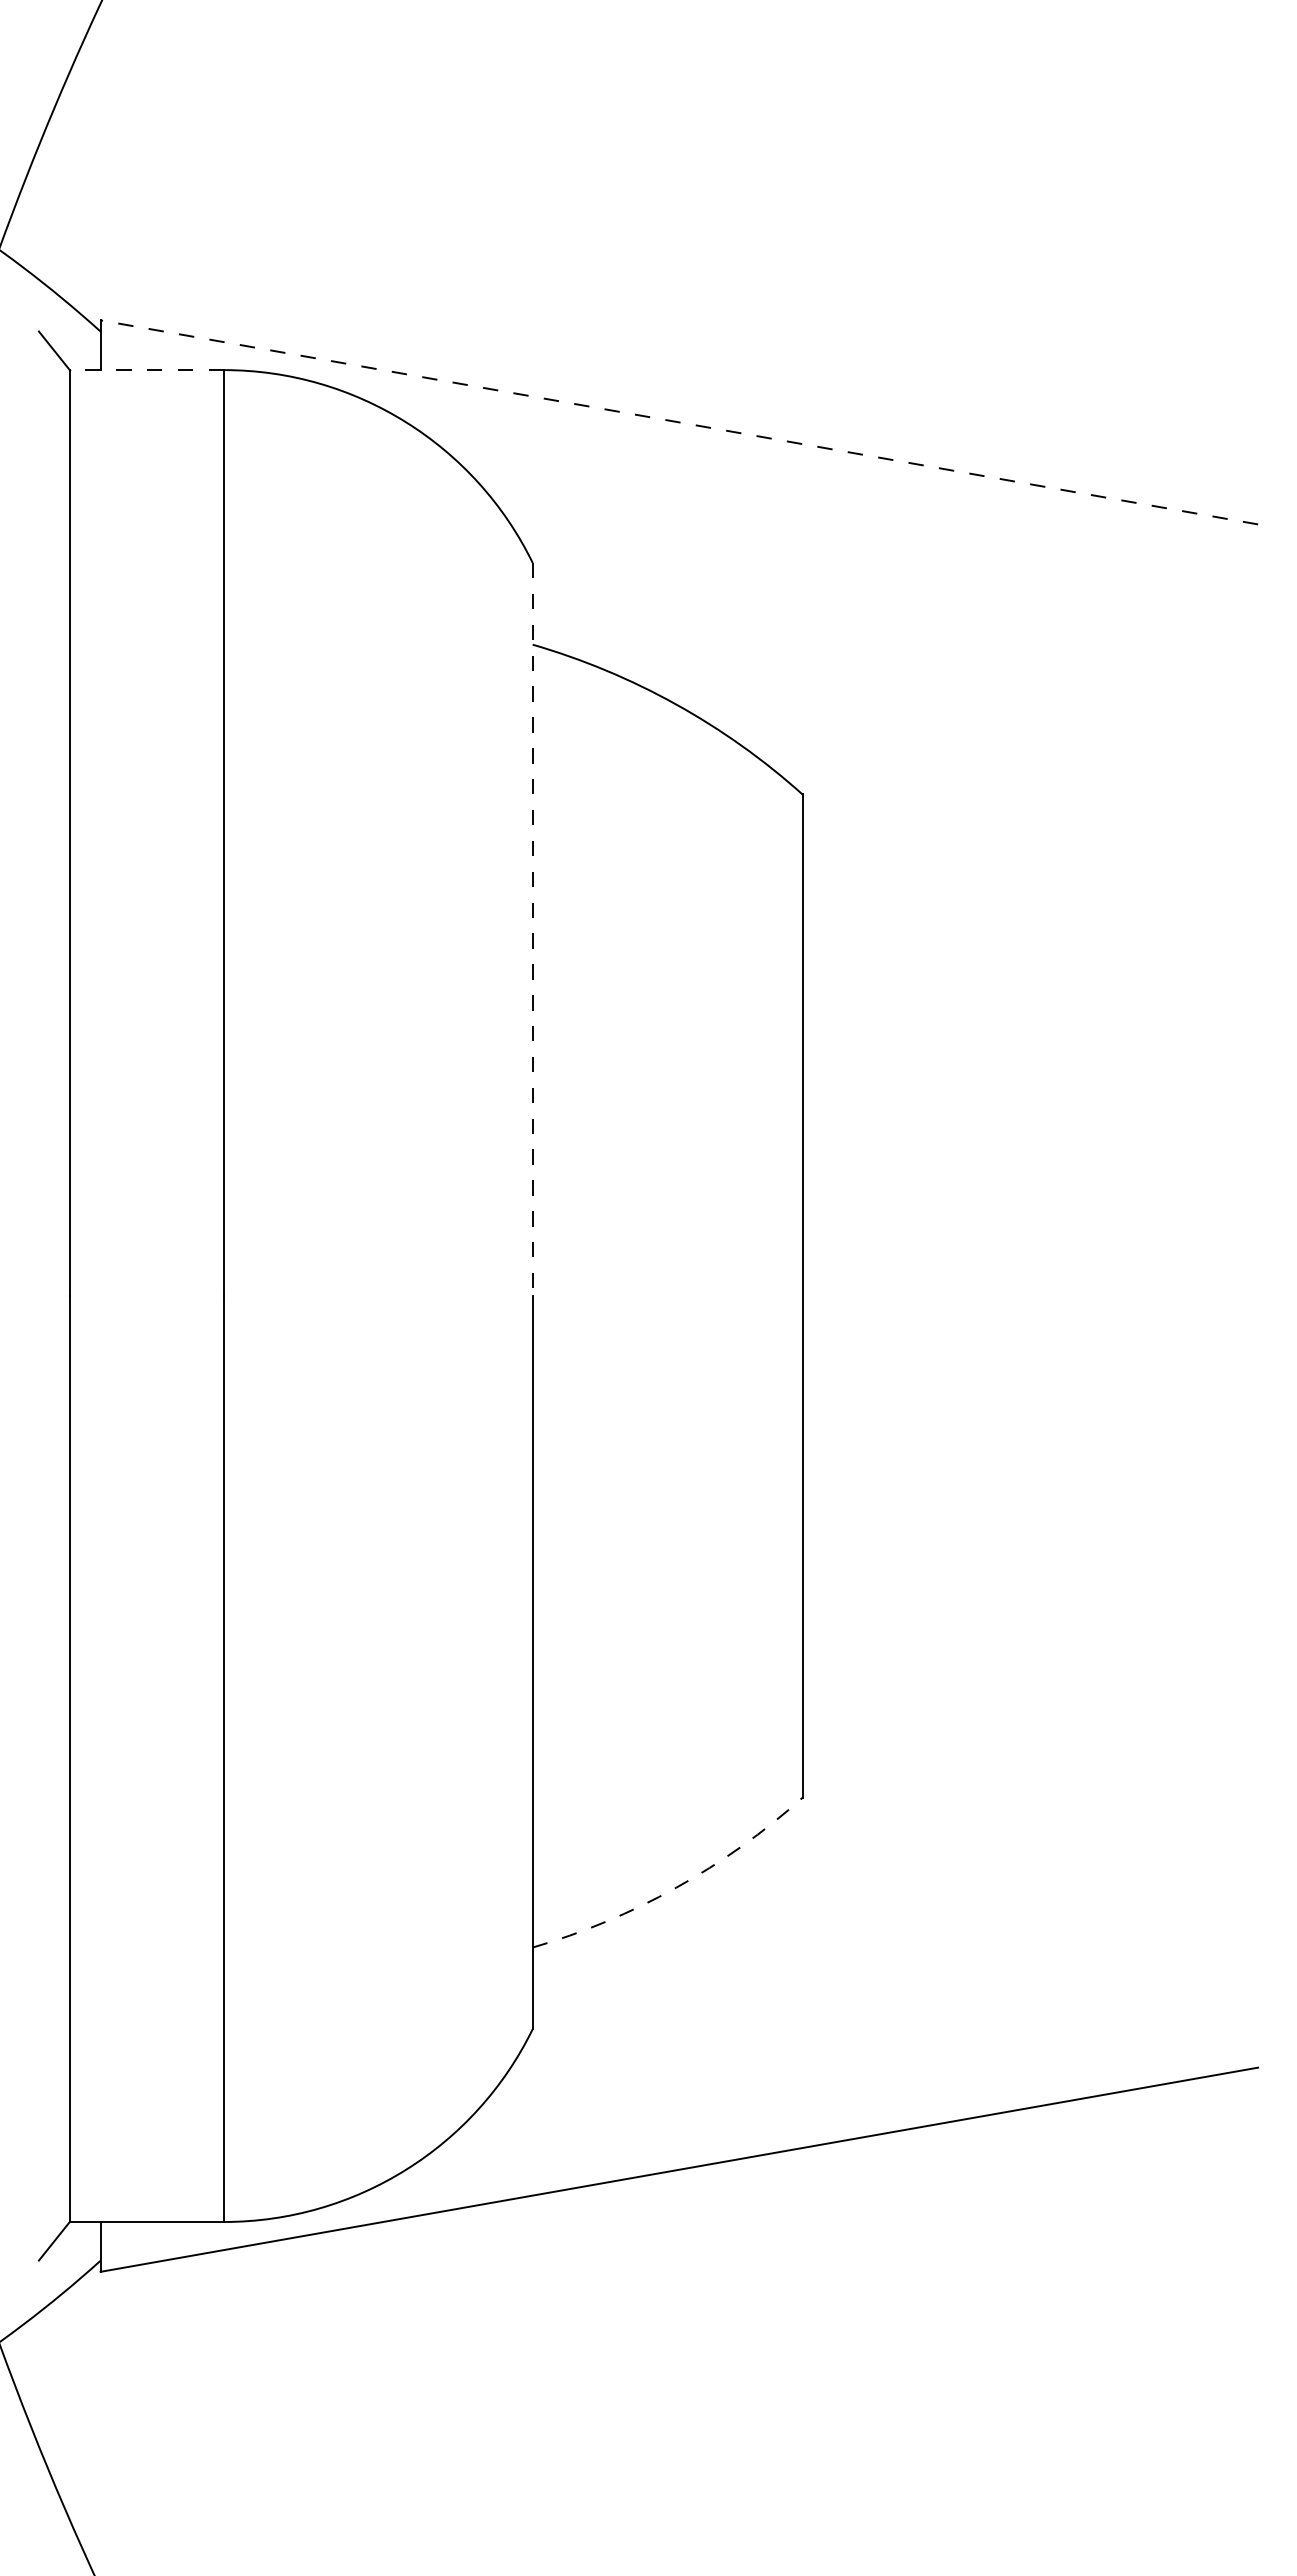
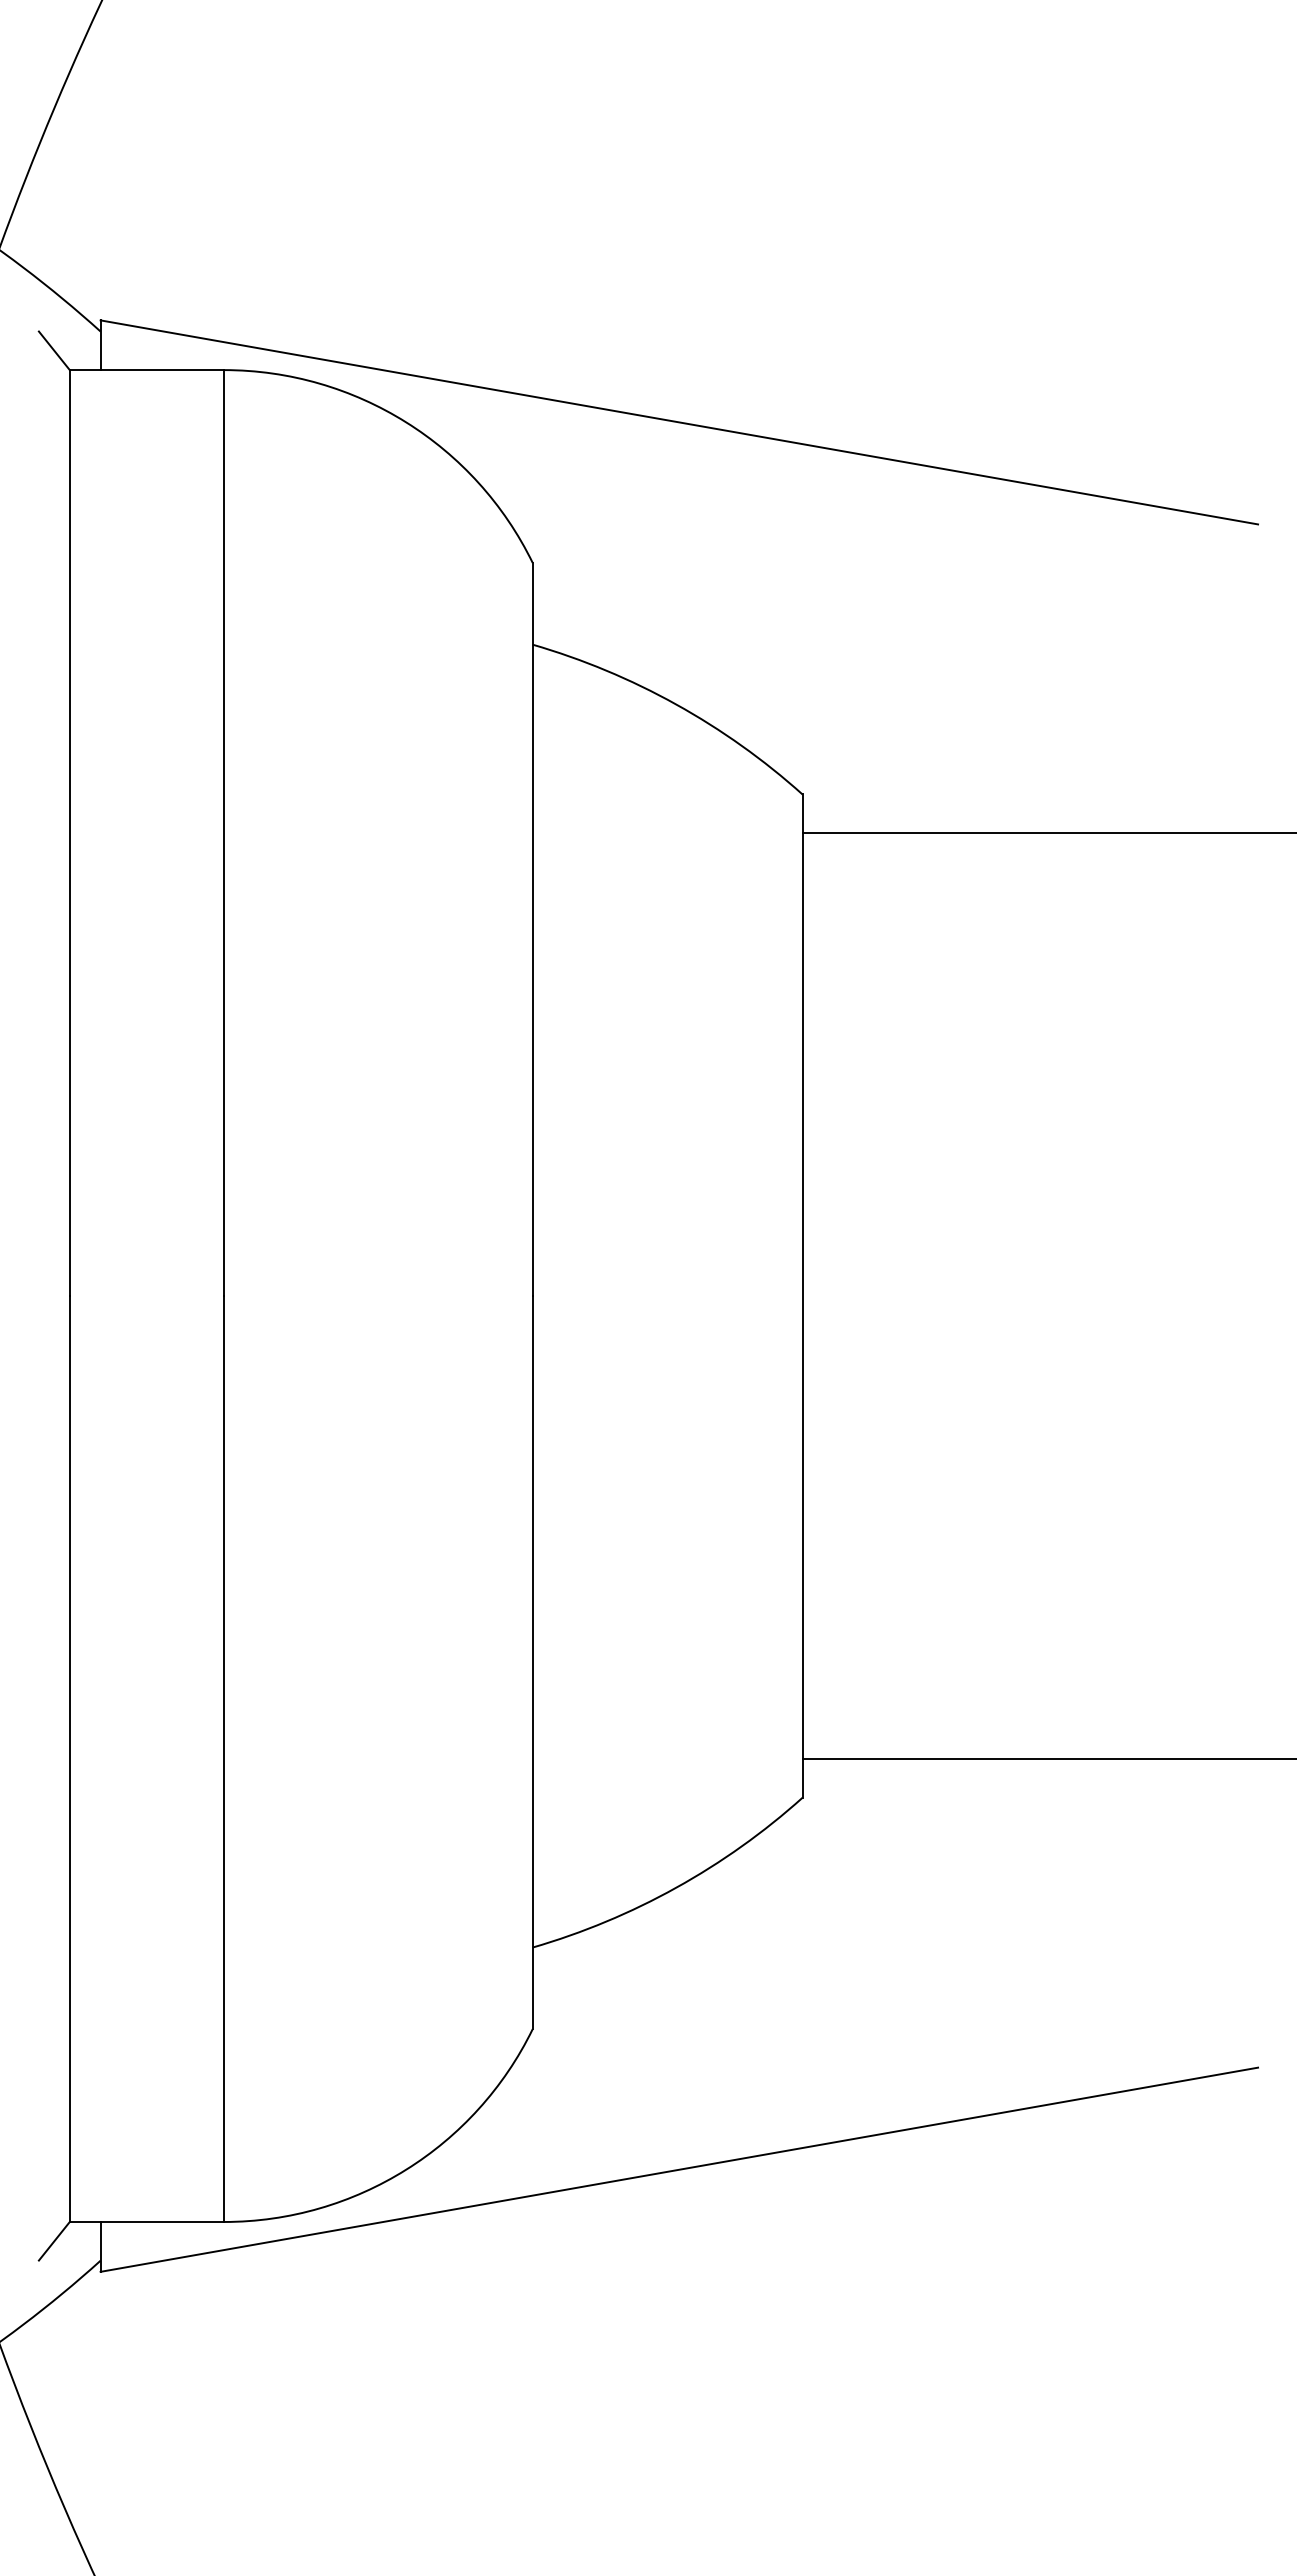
line at (146, 370): dashed -> solid
line at (679, 422): dashed -> solid
line at (1047, 833): none -> present
line at (532, 929): dashed -> solid
line at (1047, 1759): none -> present
arc at (676, 1887): dashed -> solid
